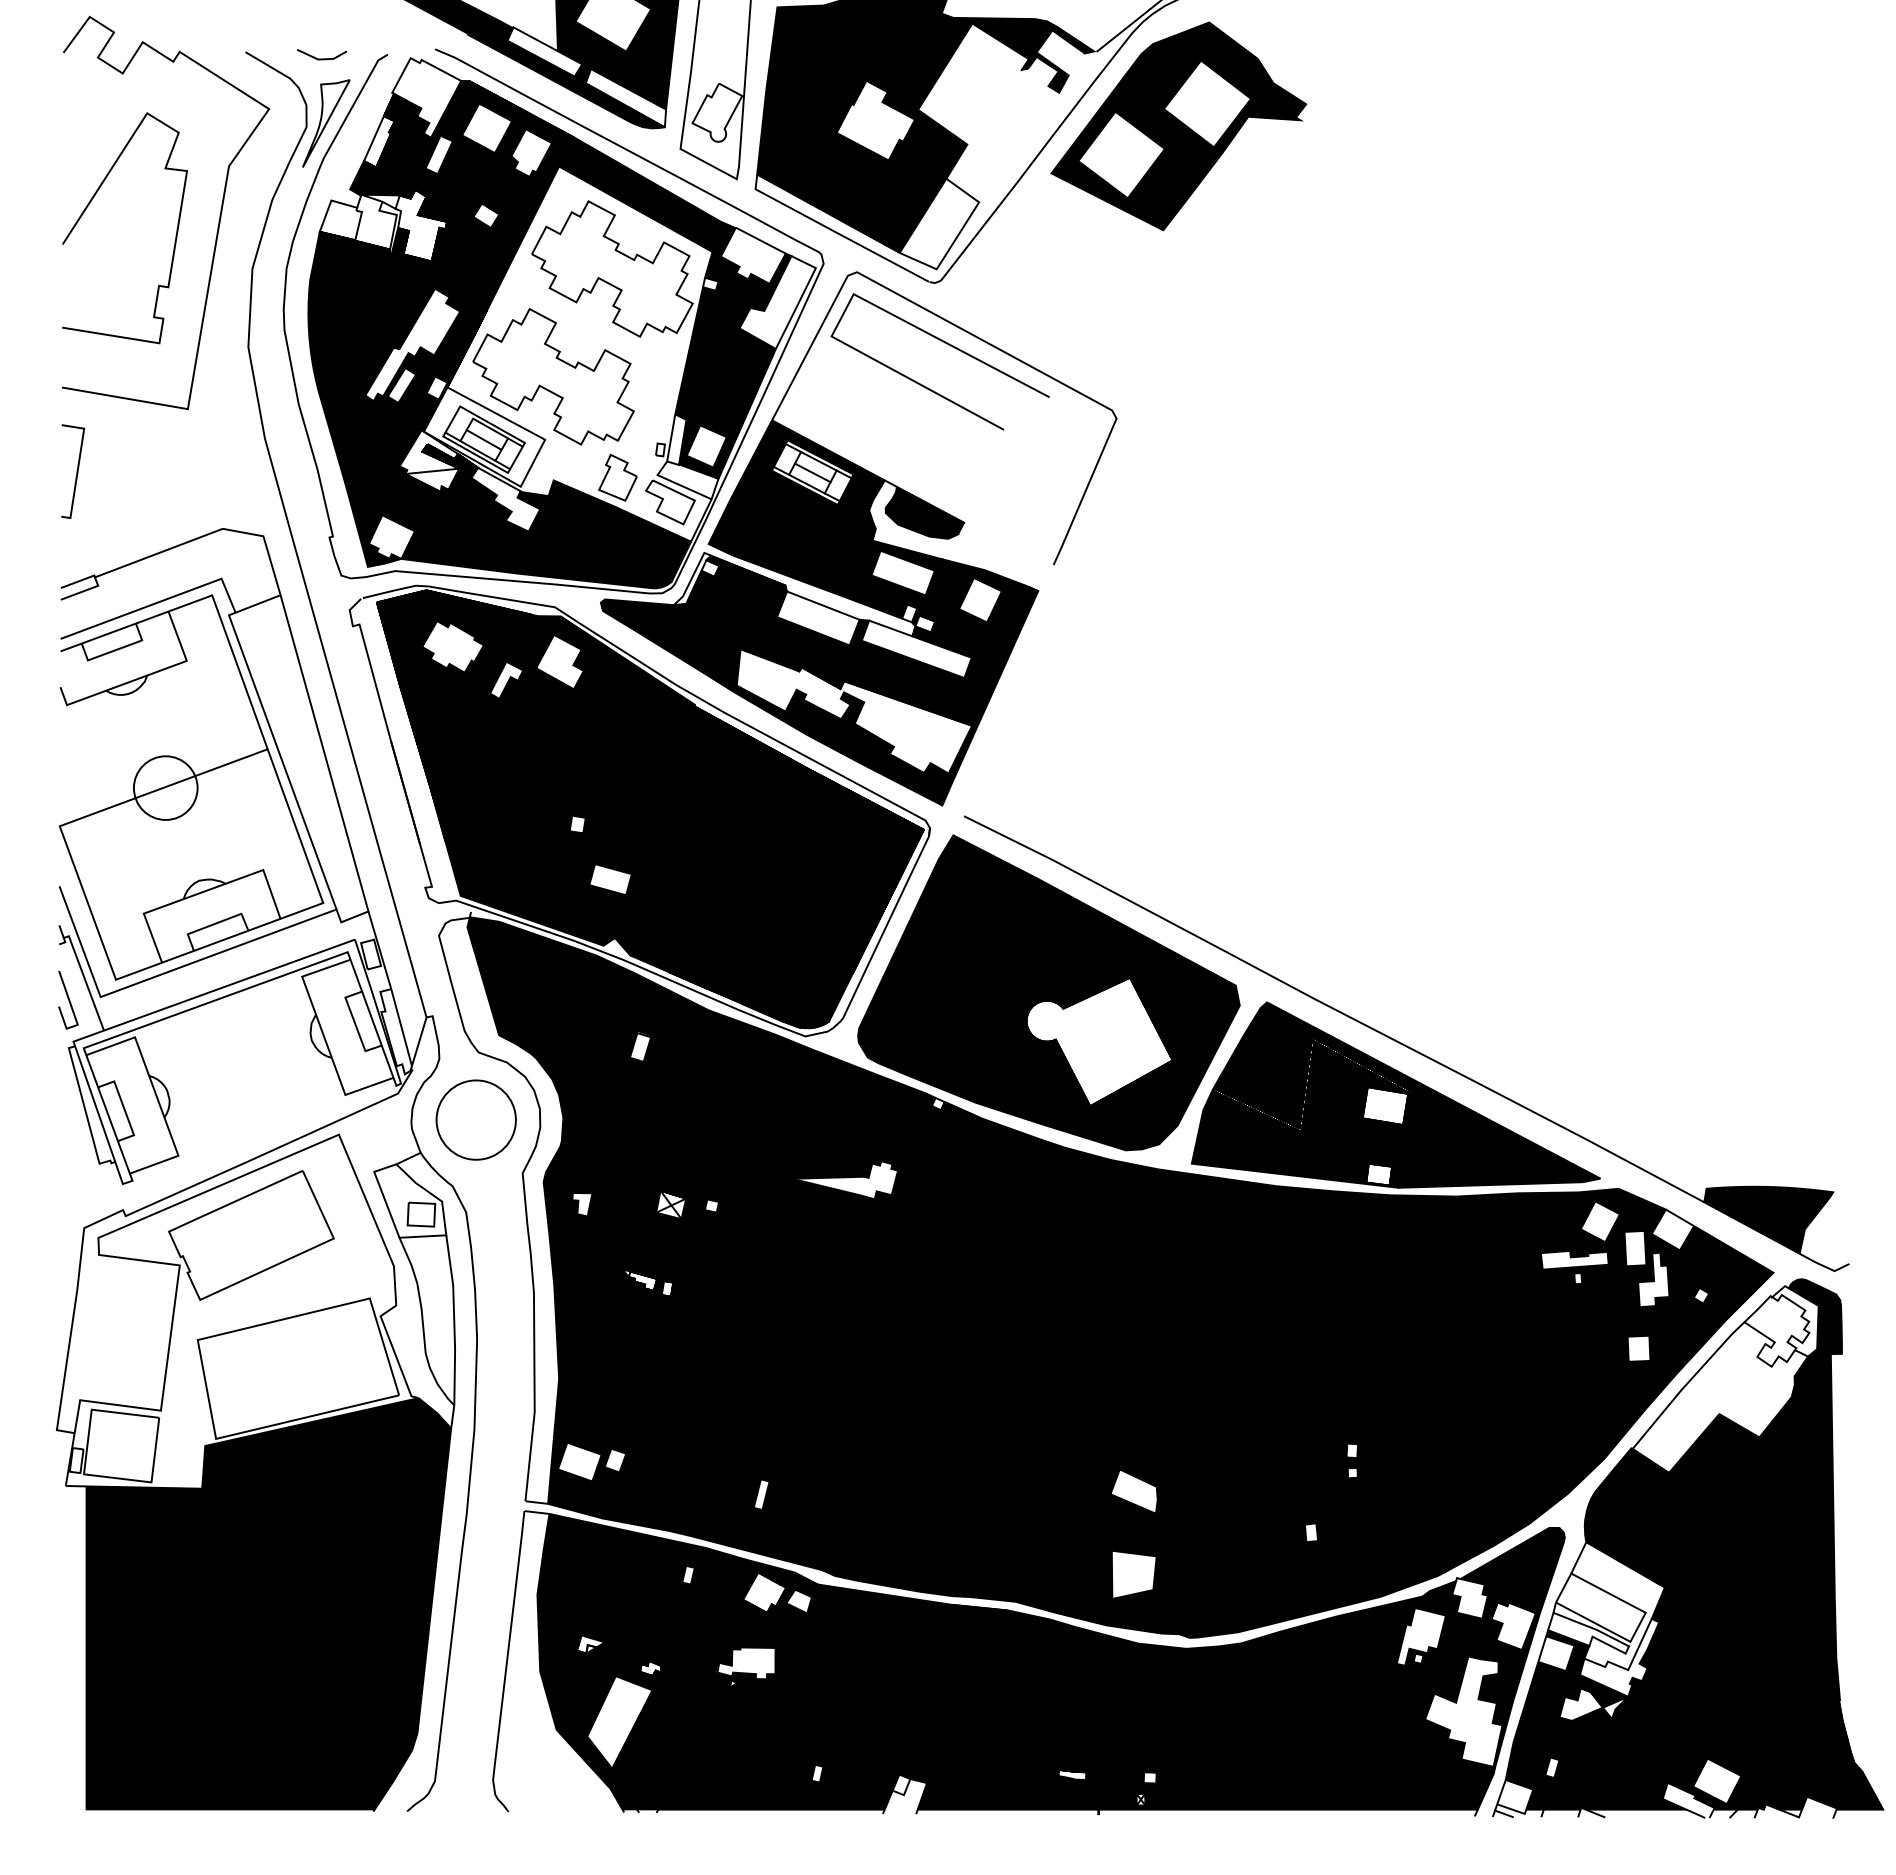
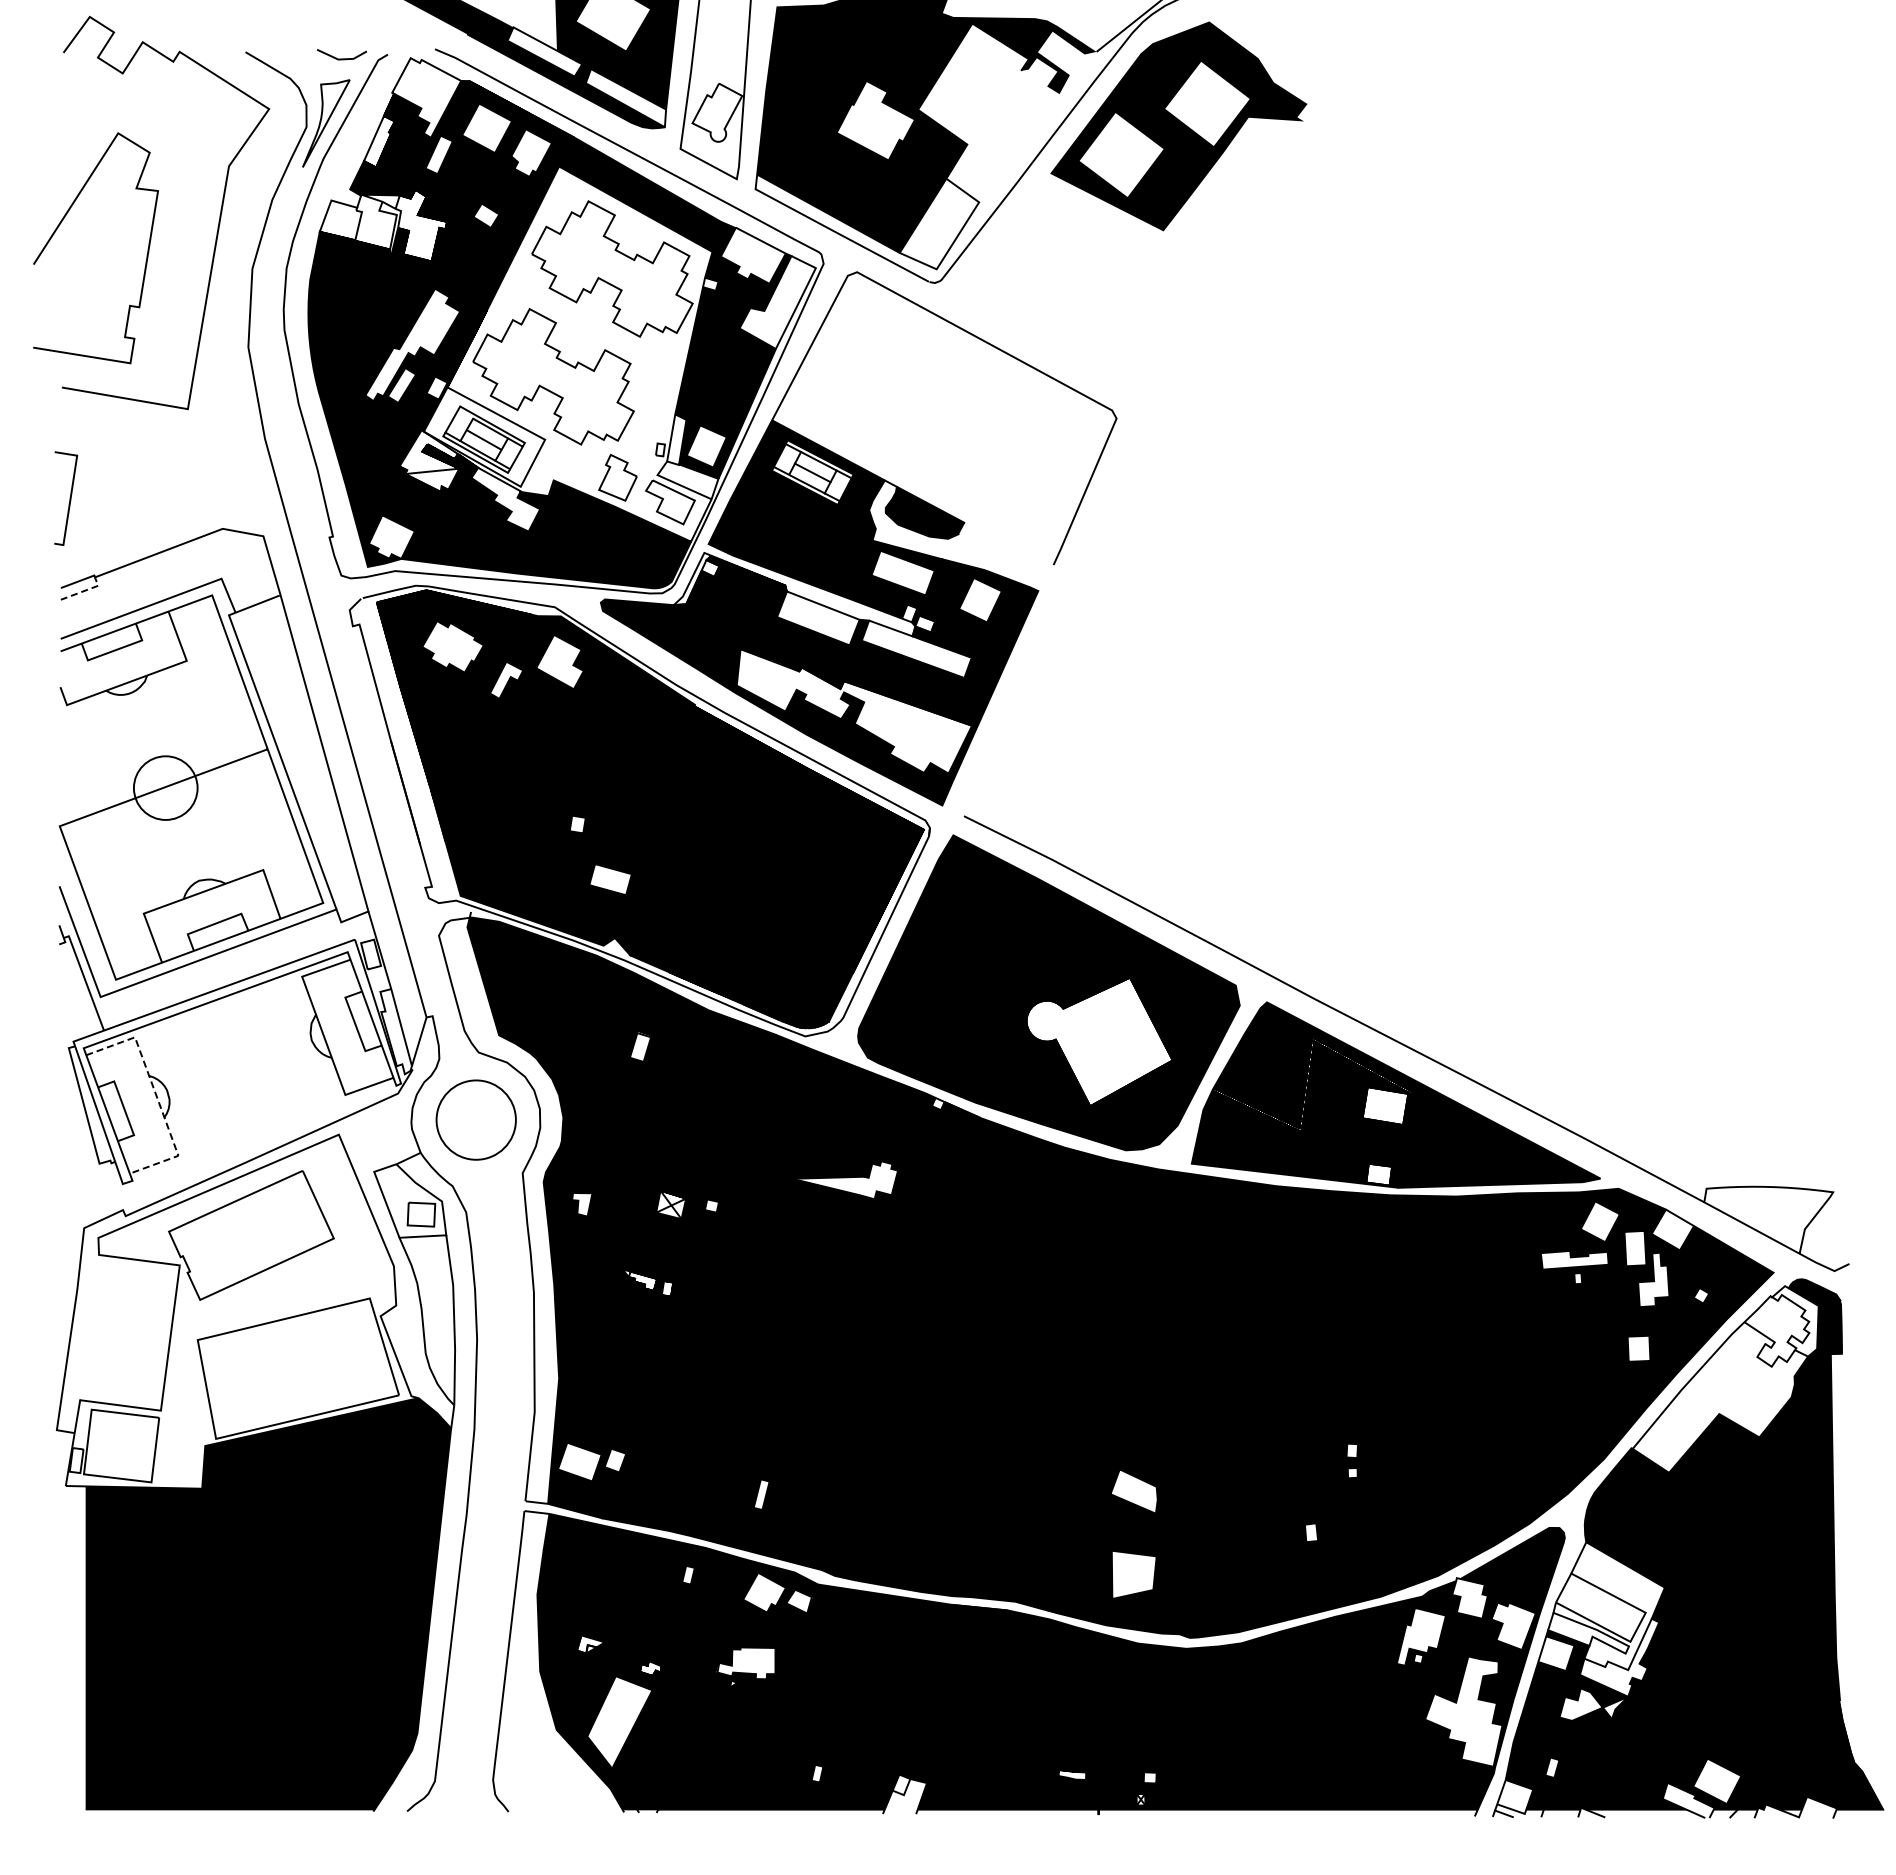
line at (321, 58) position: (321, 58) -> (341, 58)
curve at (88, 206) position: (88, 206) -> (59, 226)
line at (948, 345): present -> none
line at (76, 471) position: (76, 471) -> (69, 498)
line at (85, 590): solid -> dashed
line at (68, 999): present -> none
line at (156, 1097): solid -> dashed
fill at (1768, 1219): present -> none
